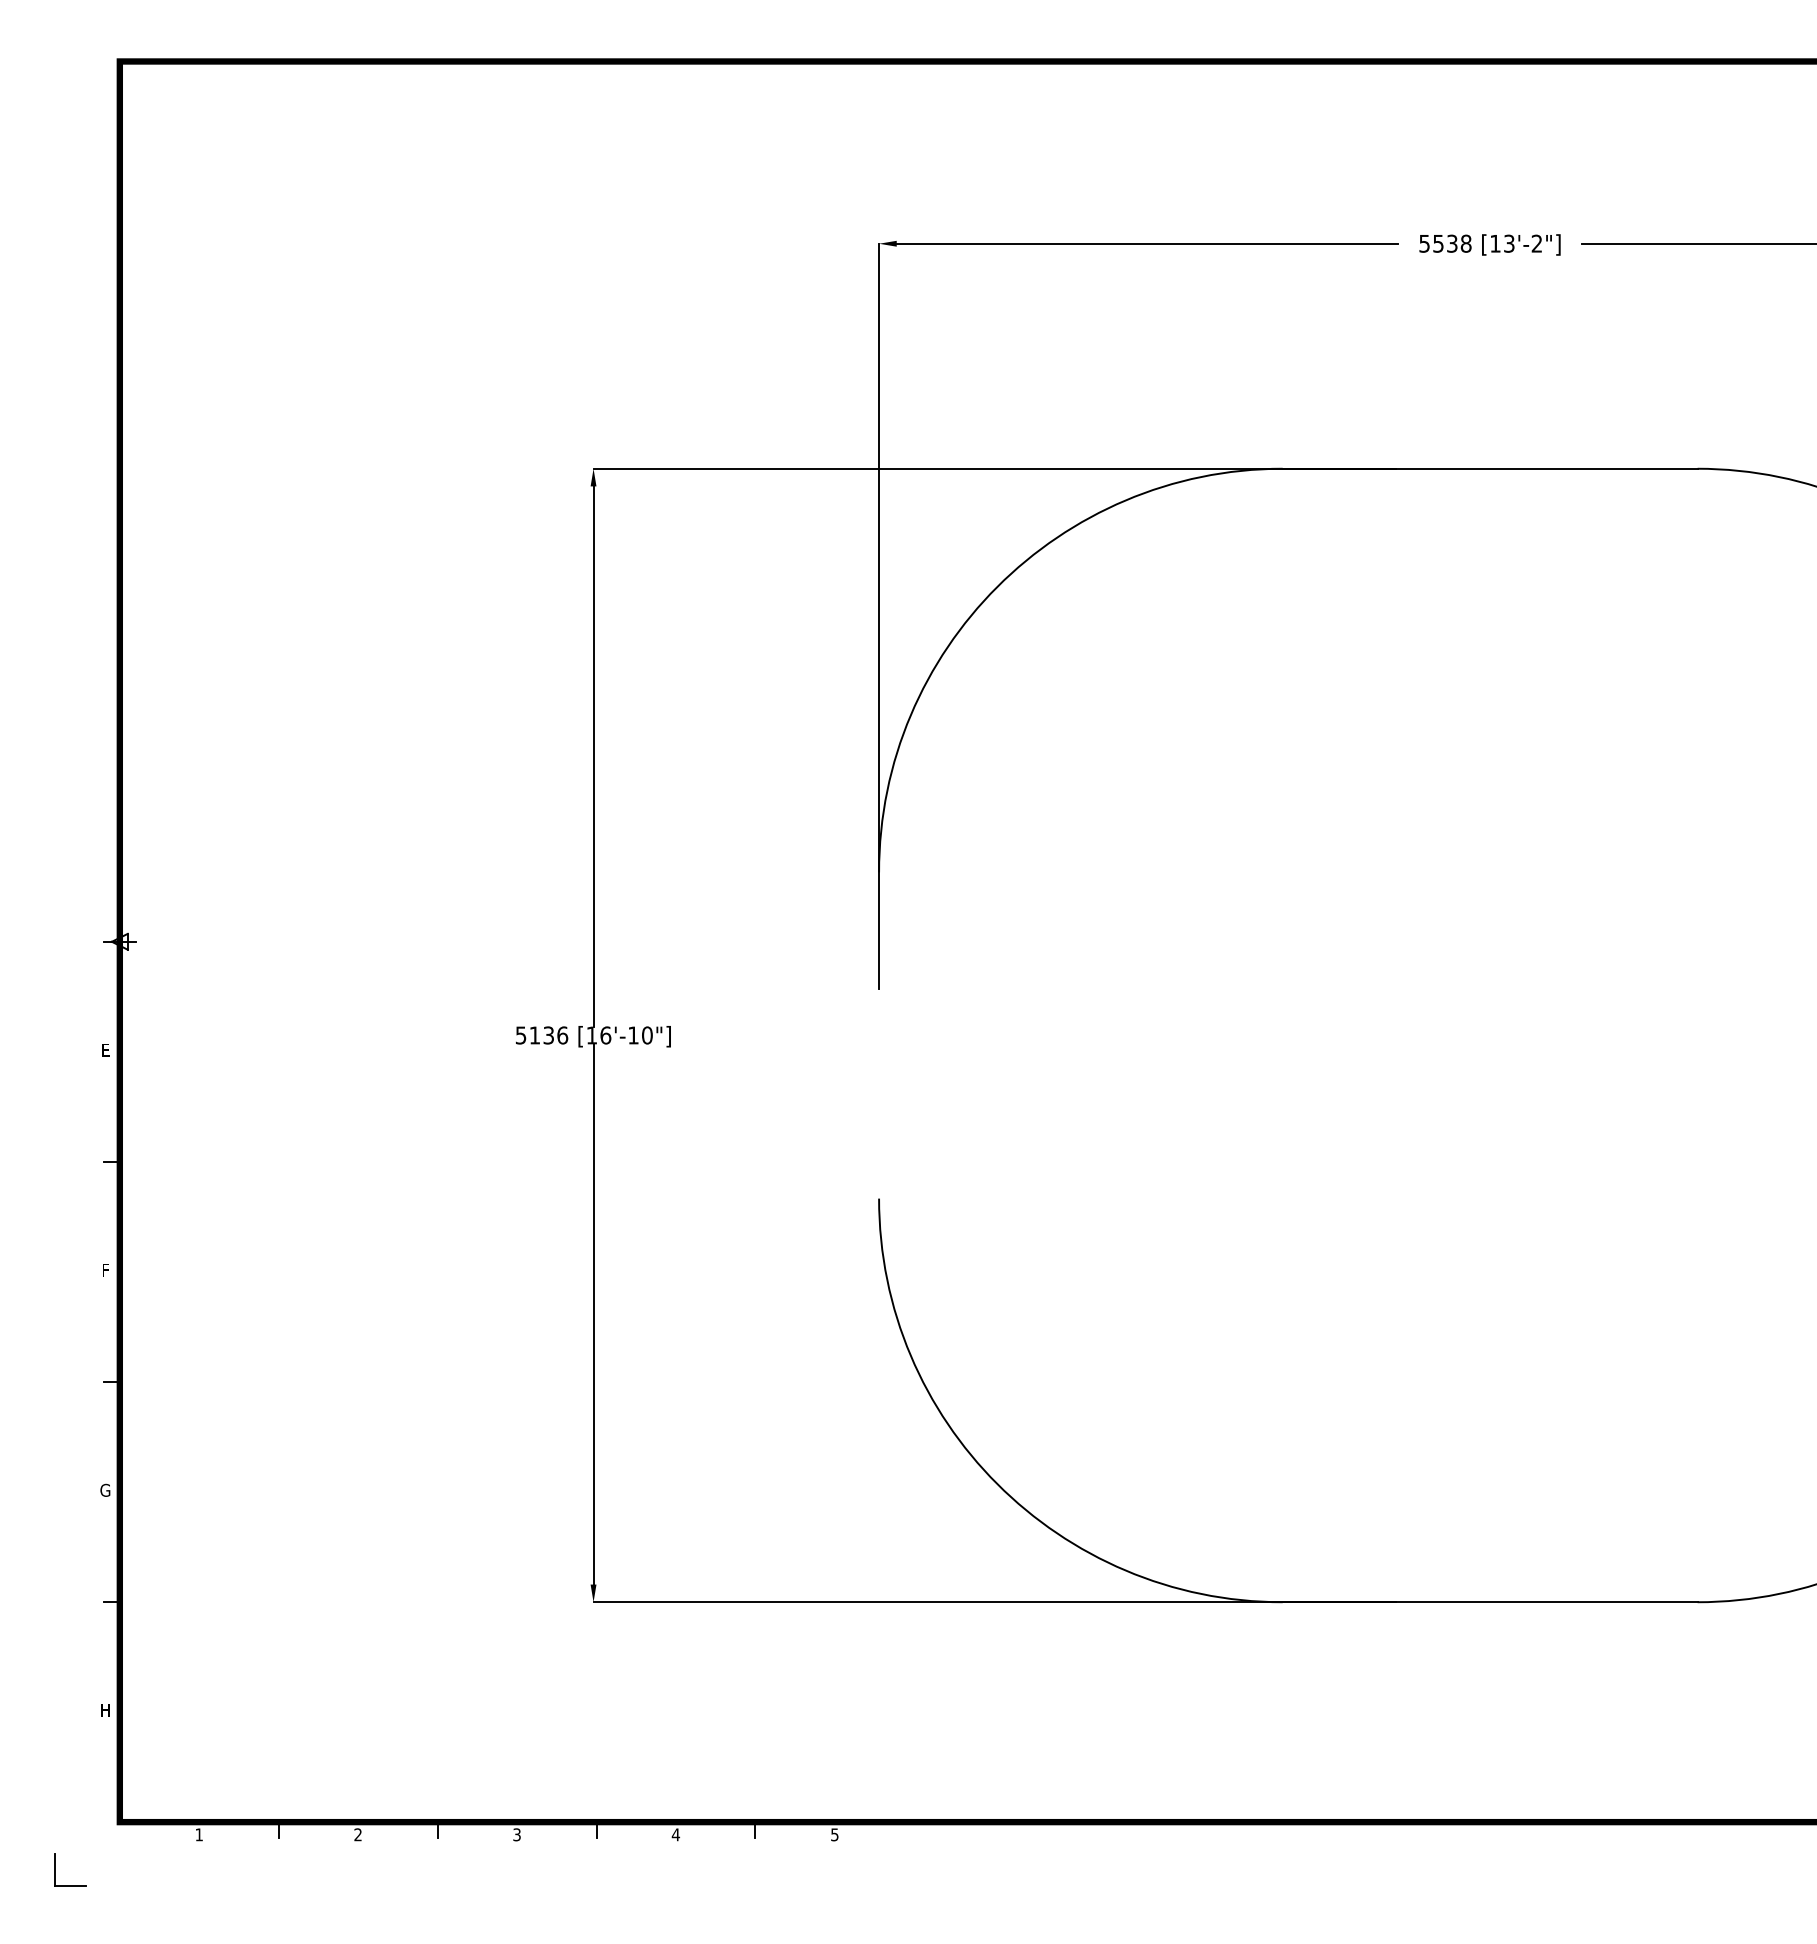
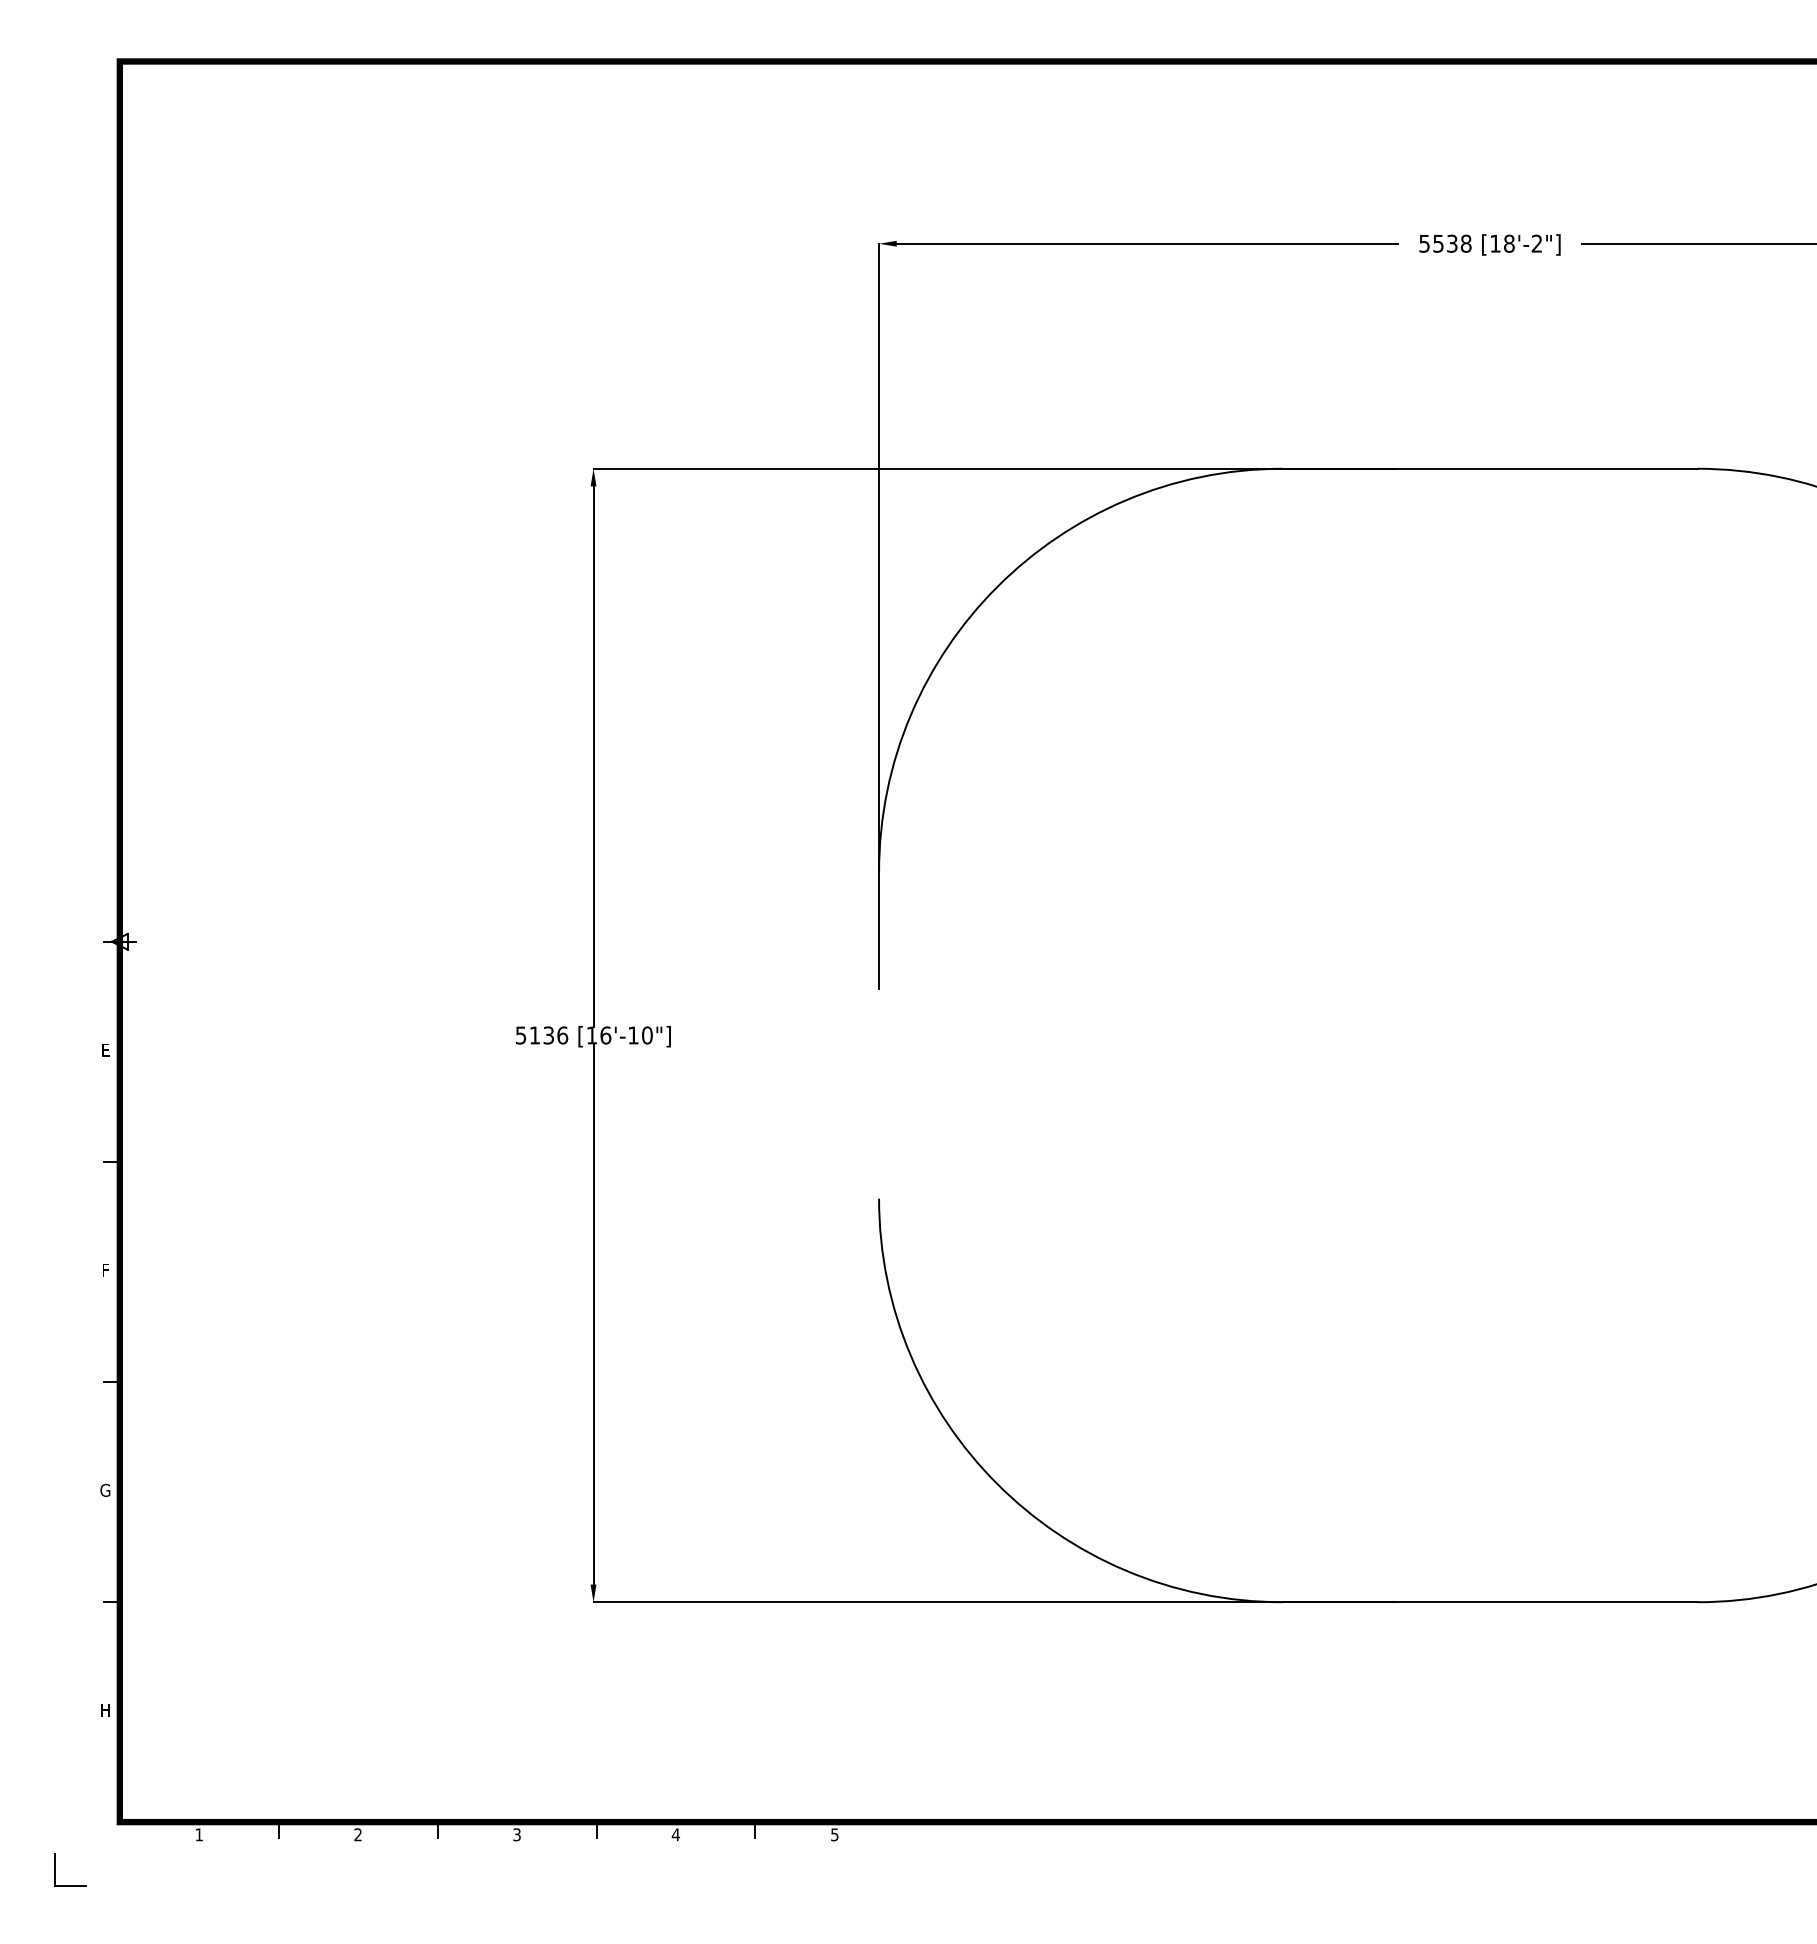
text at (1509, 243): [13'-2"] -> [18'-2"]
